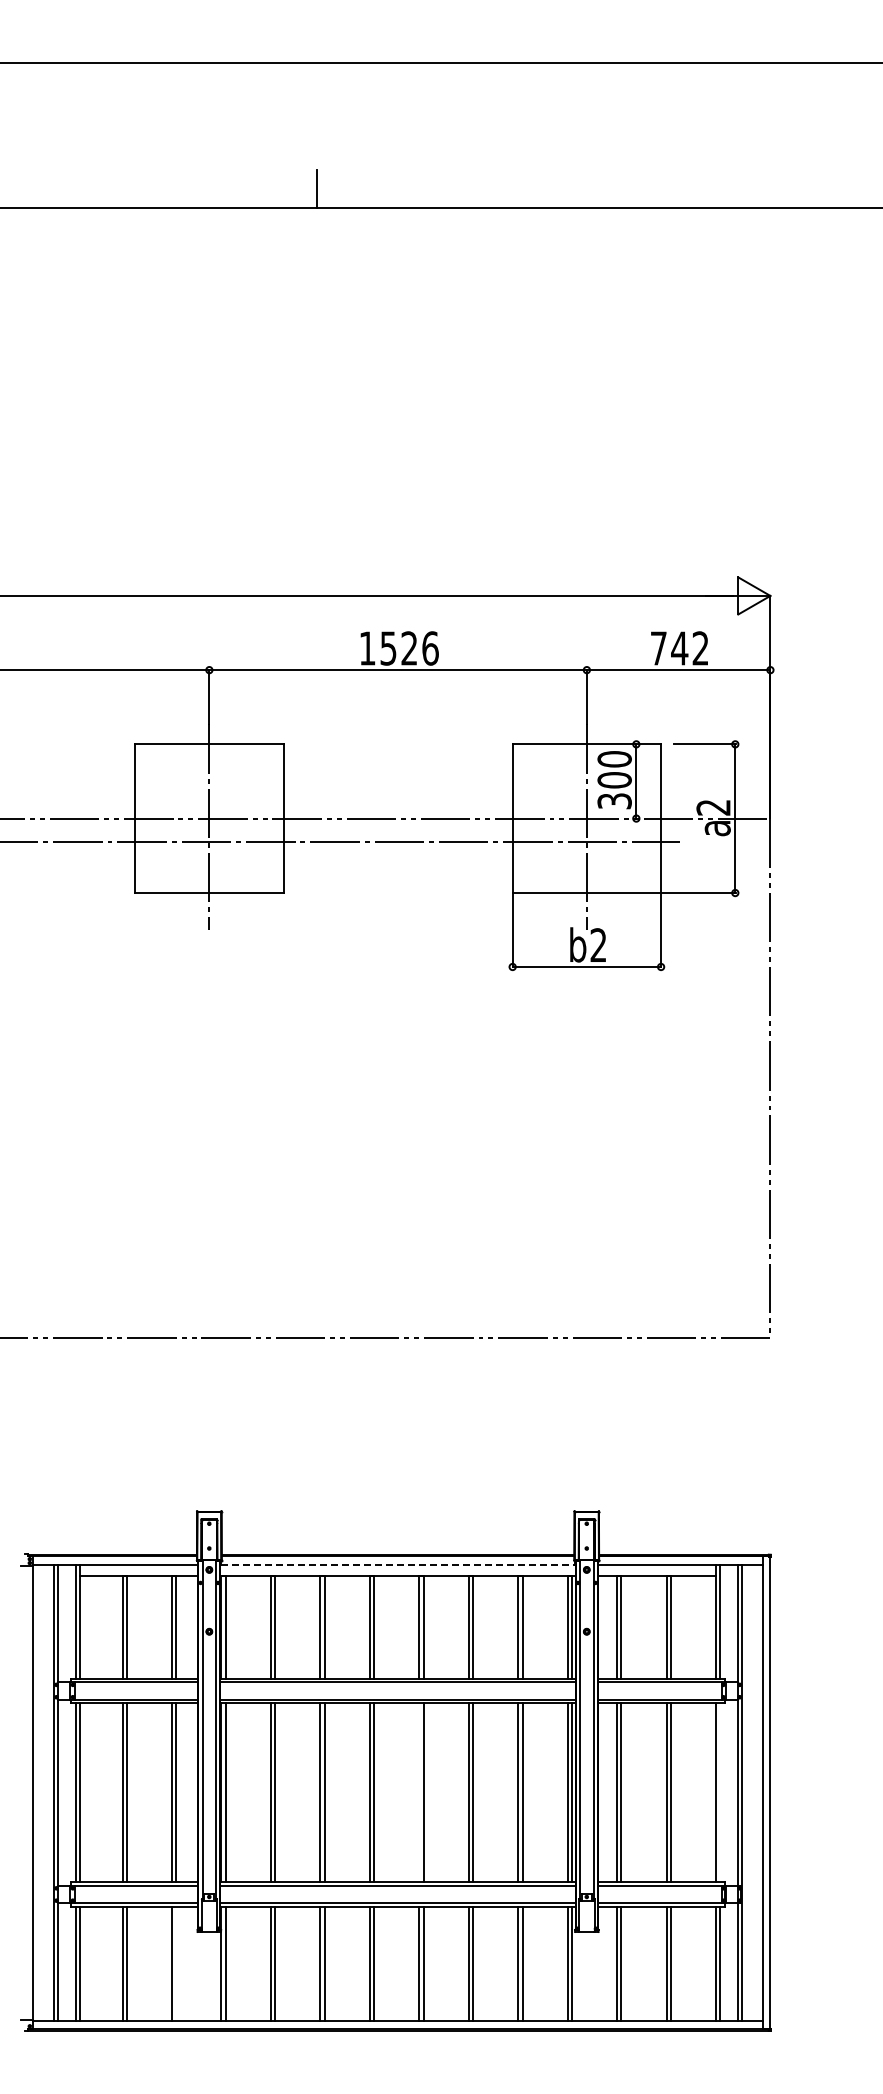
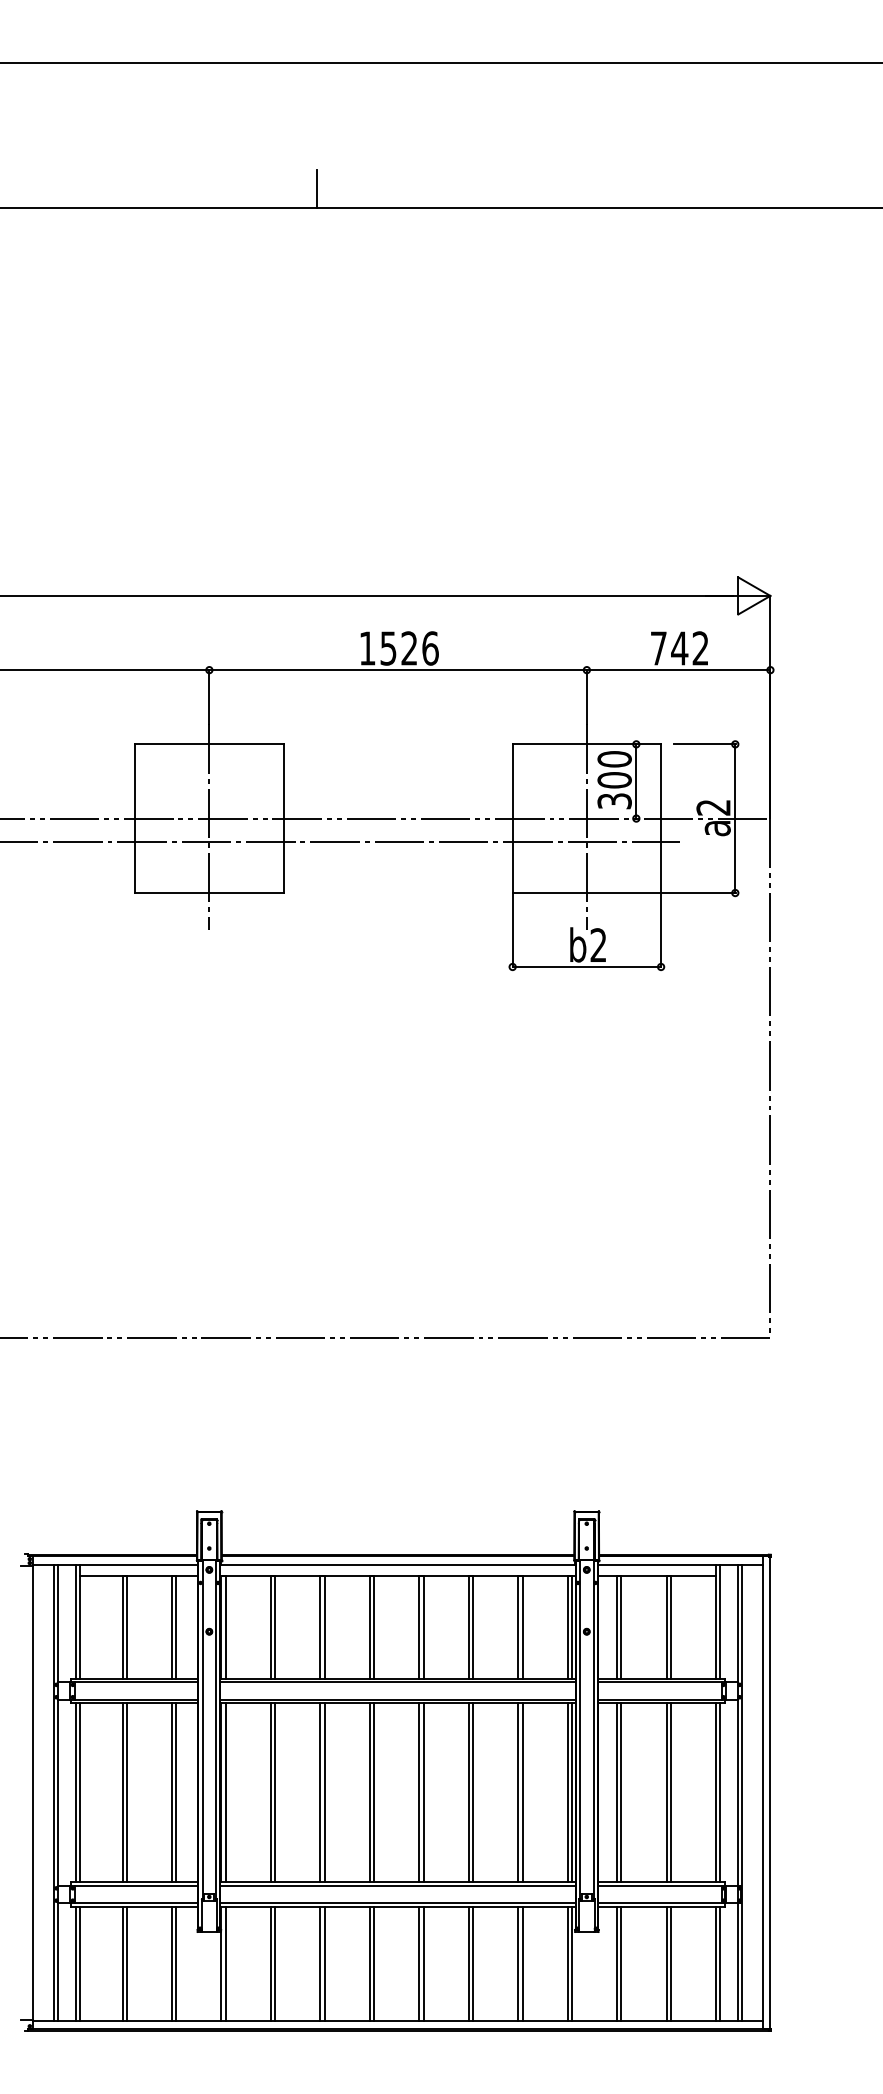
line at (398, 1564): dashed -> solid
line at (419, 1792): none -> present
line at (720, 1792): none -> present
line at (176, 1963): none -> present
